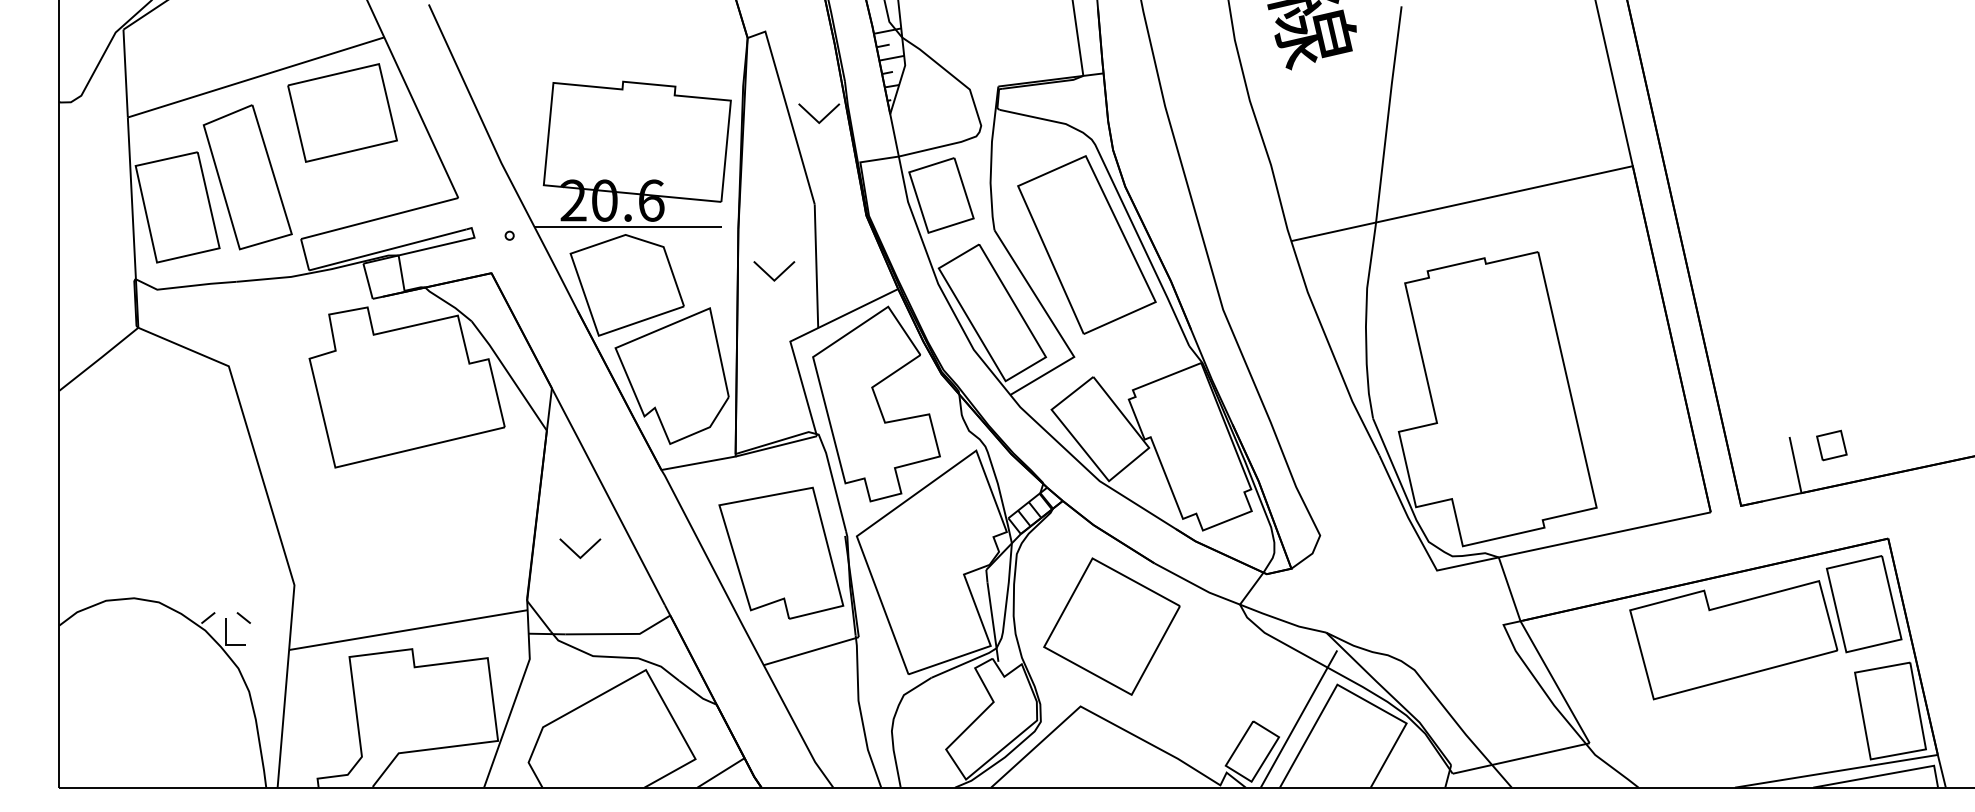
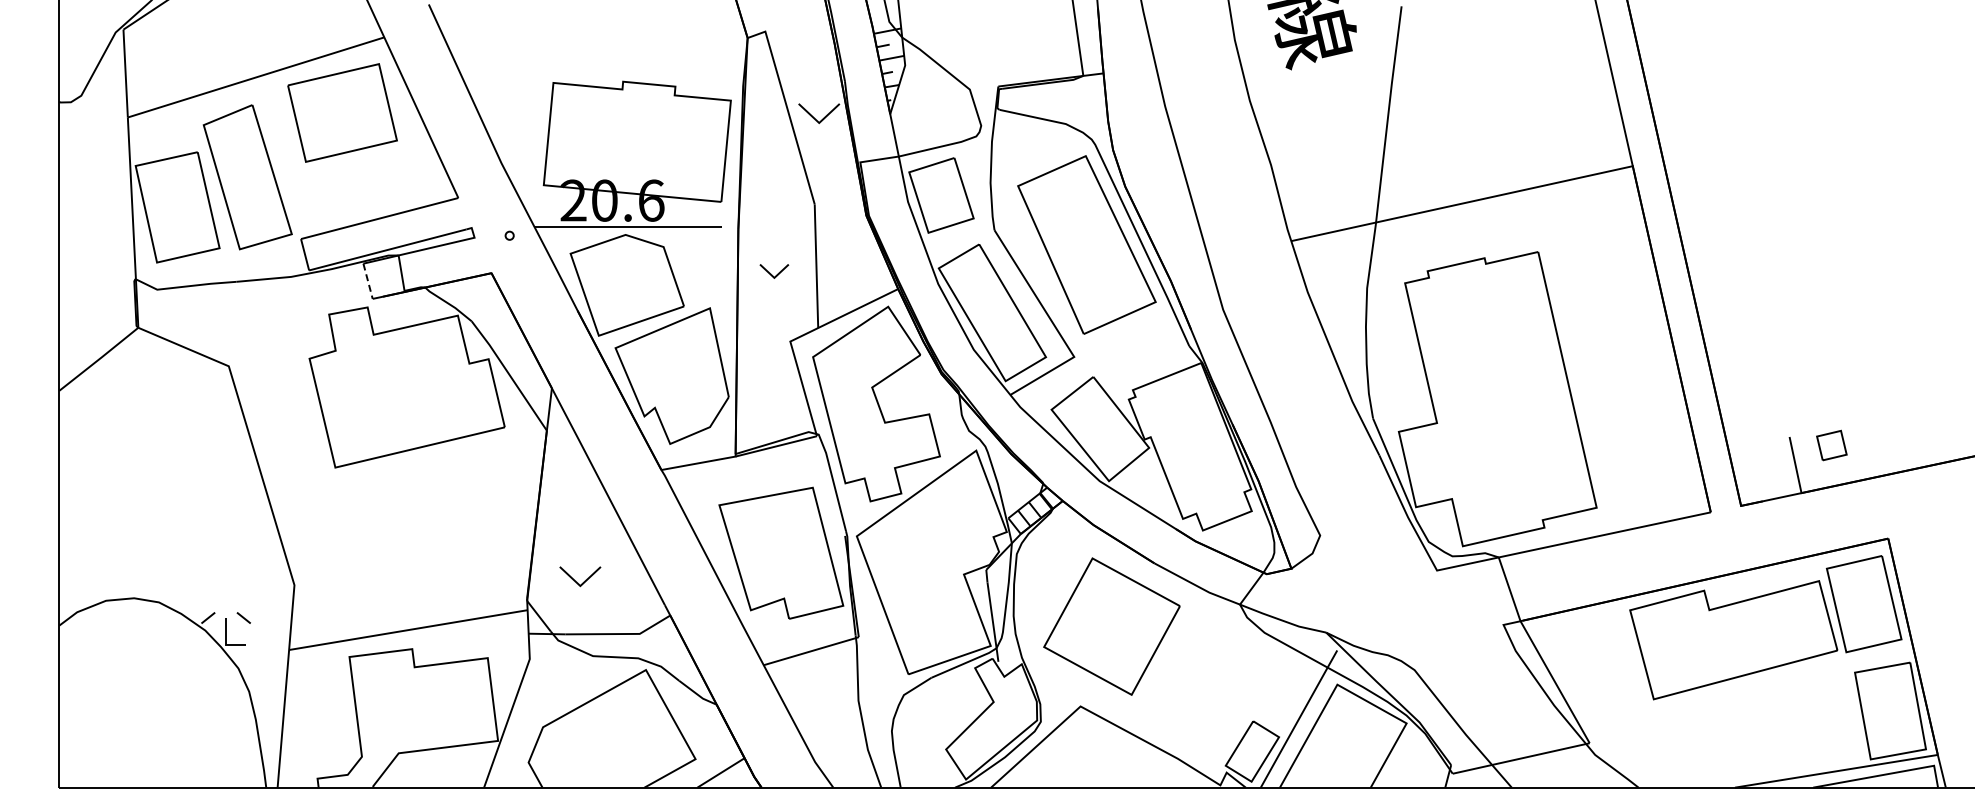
part at (774, 271) size: 43x21 px -> 31x15 px
line at (368, 281): solid -> dashed
part at (580, 548) position: (580, 548) -> (580, 576)
